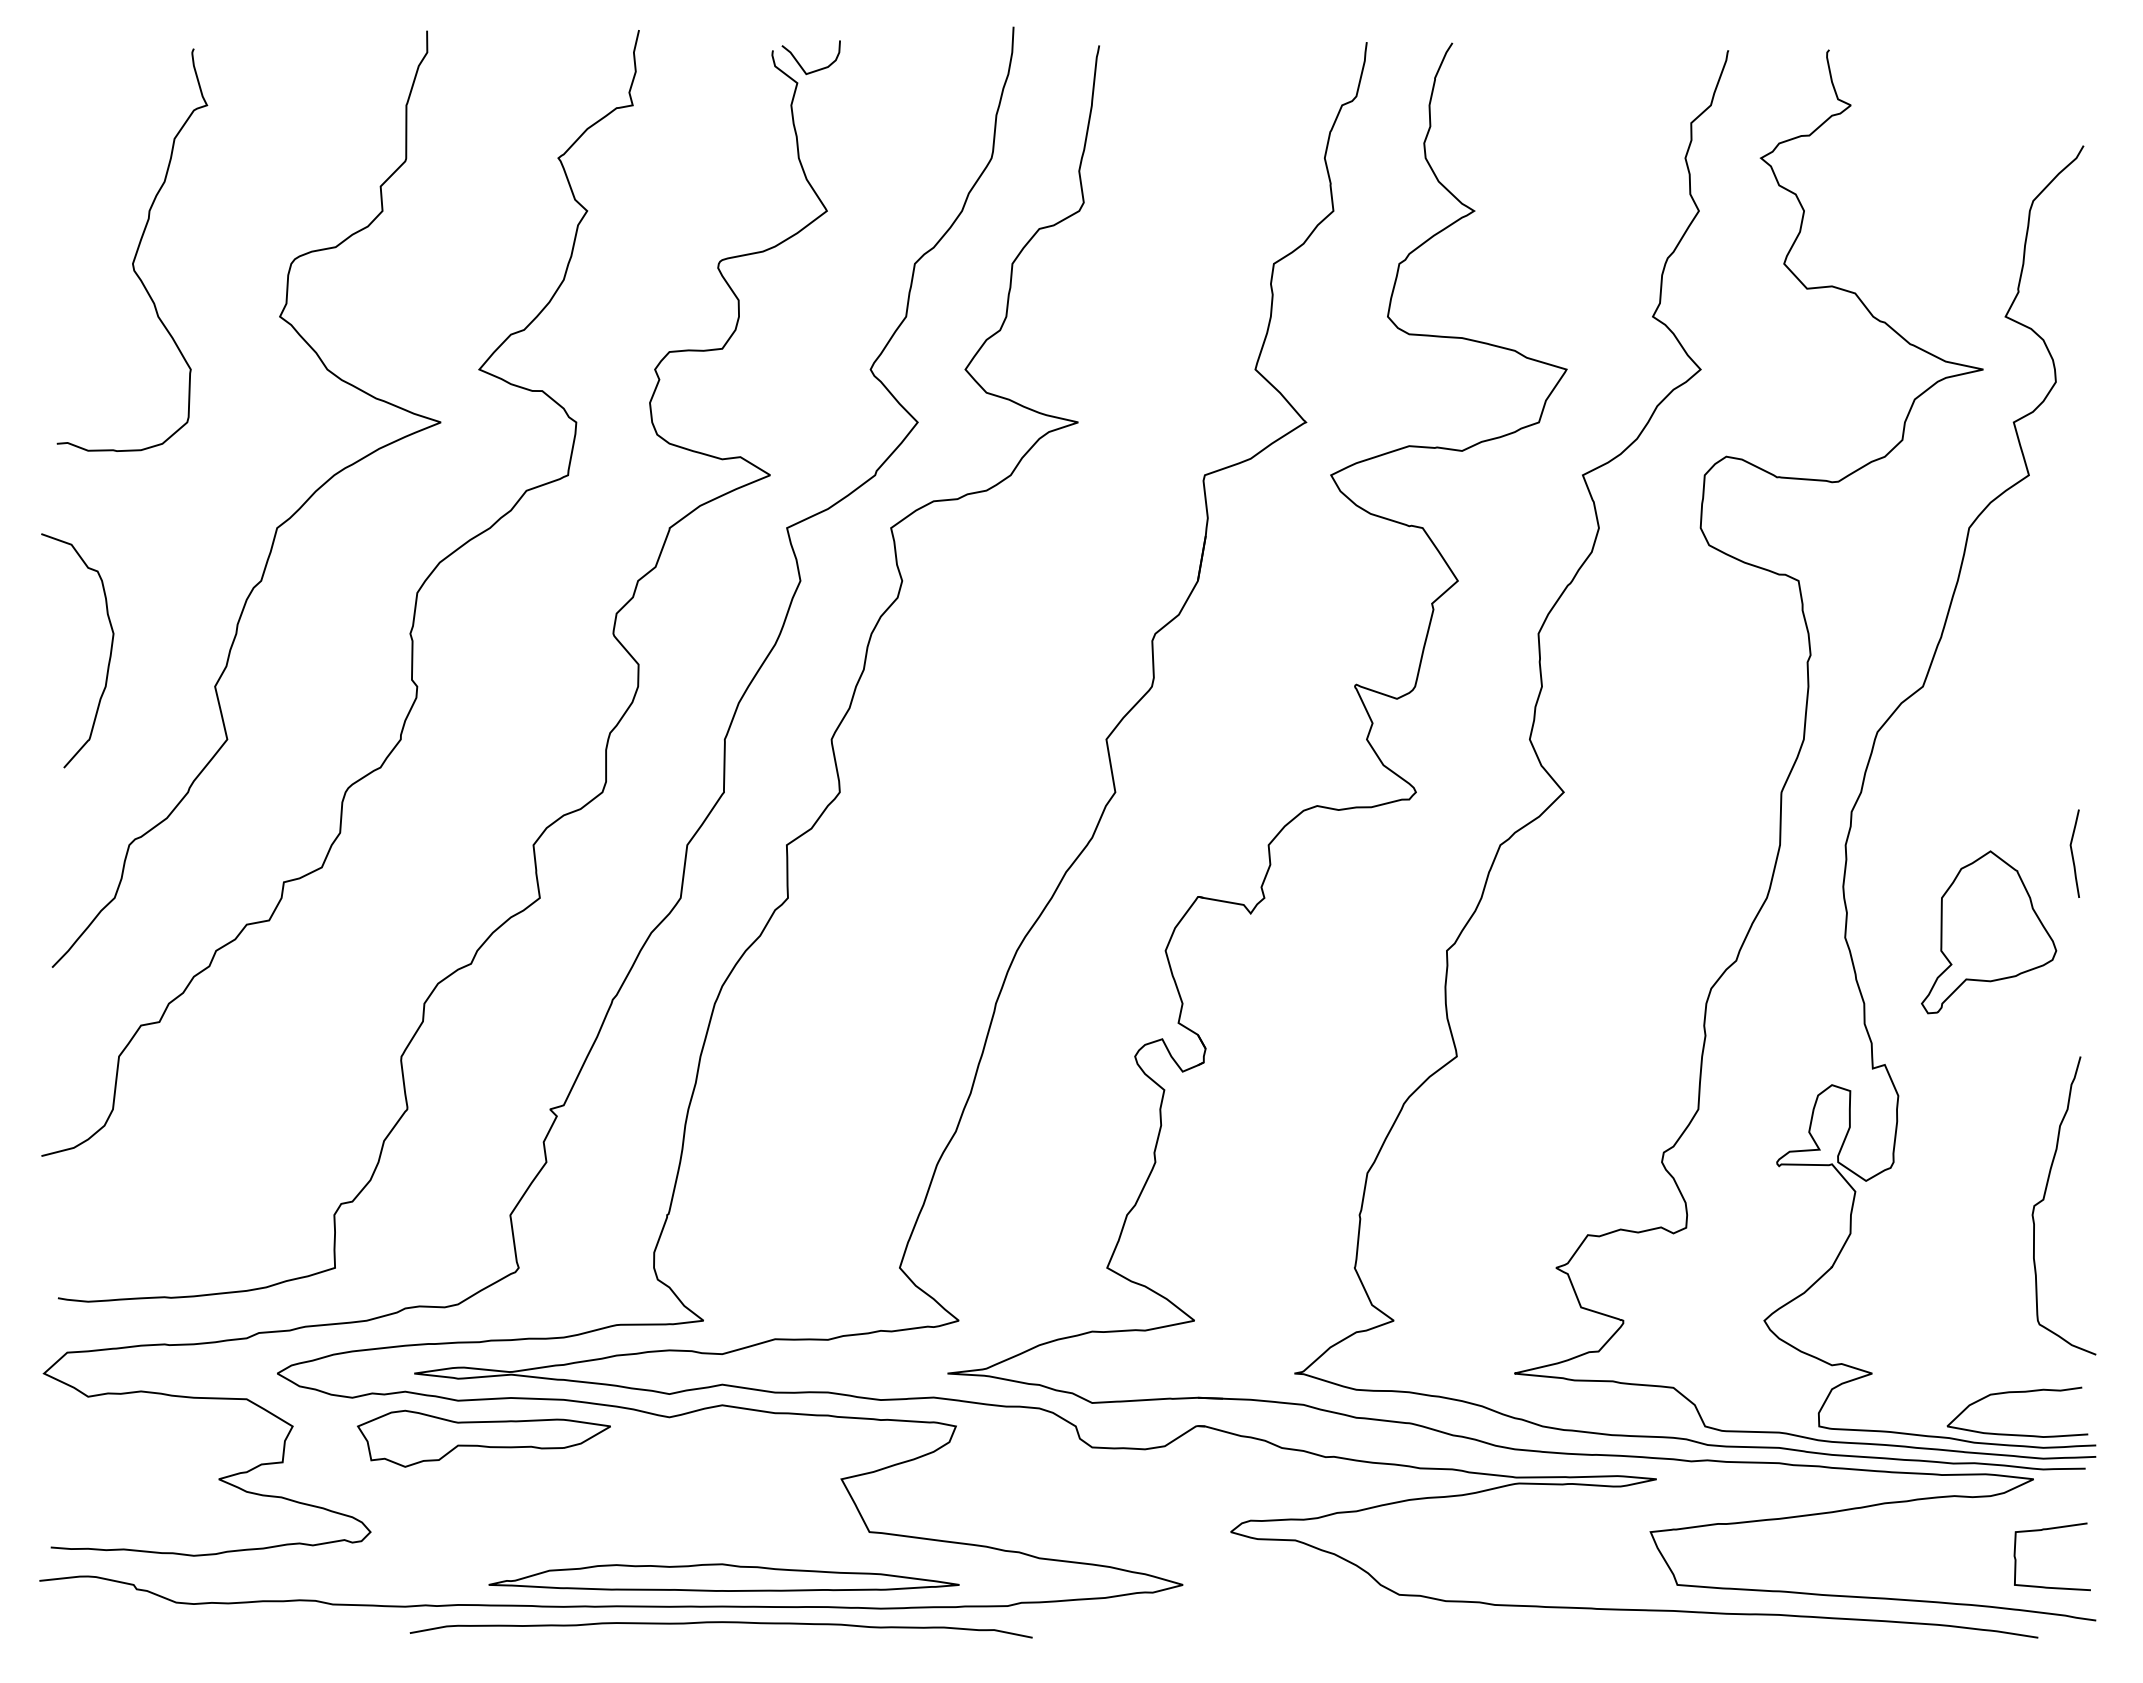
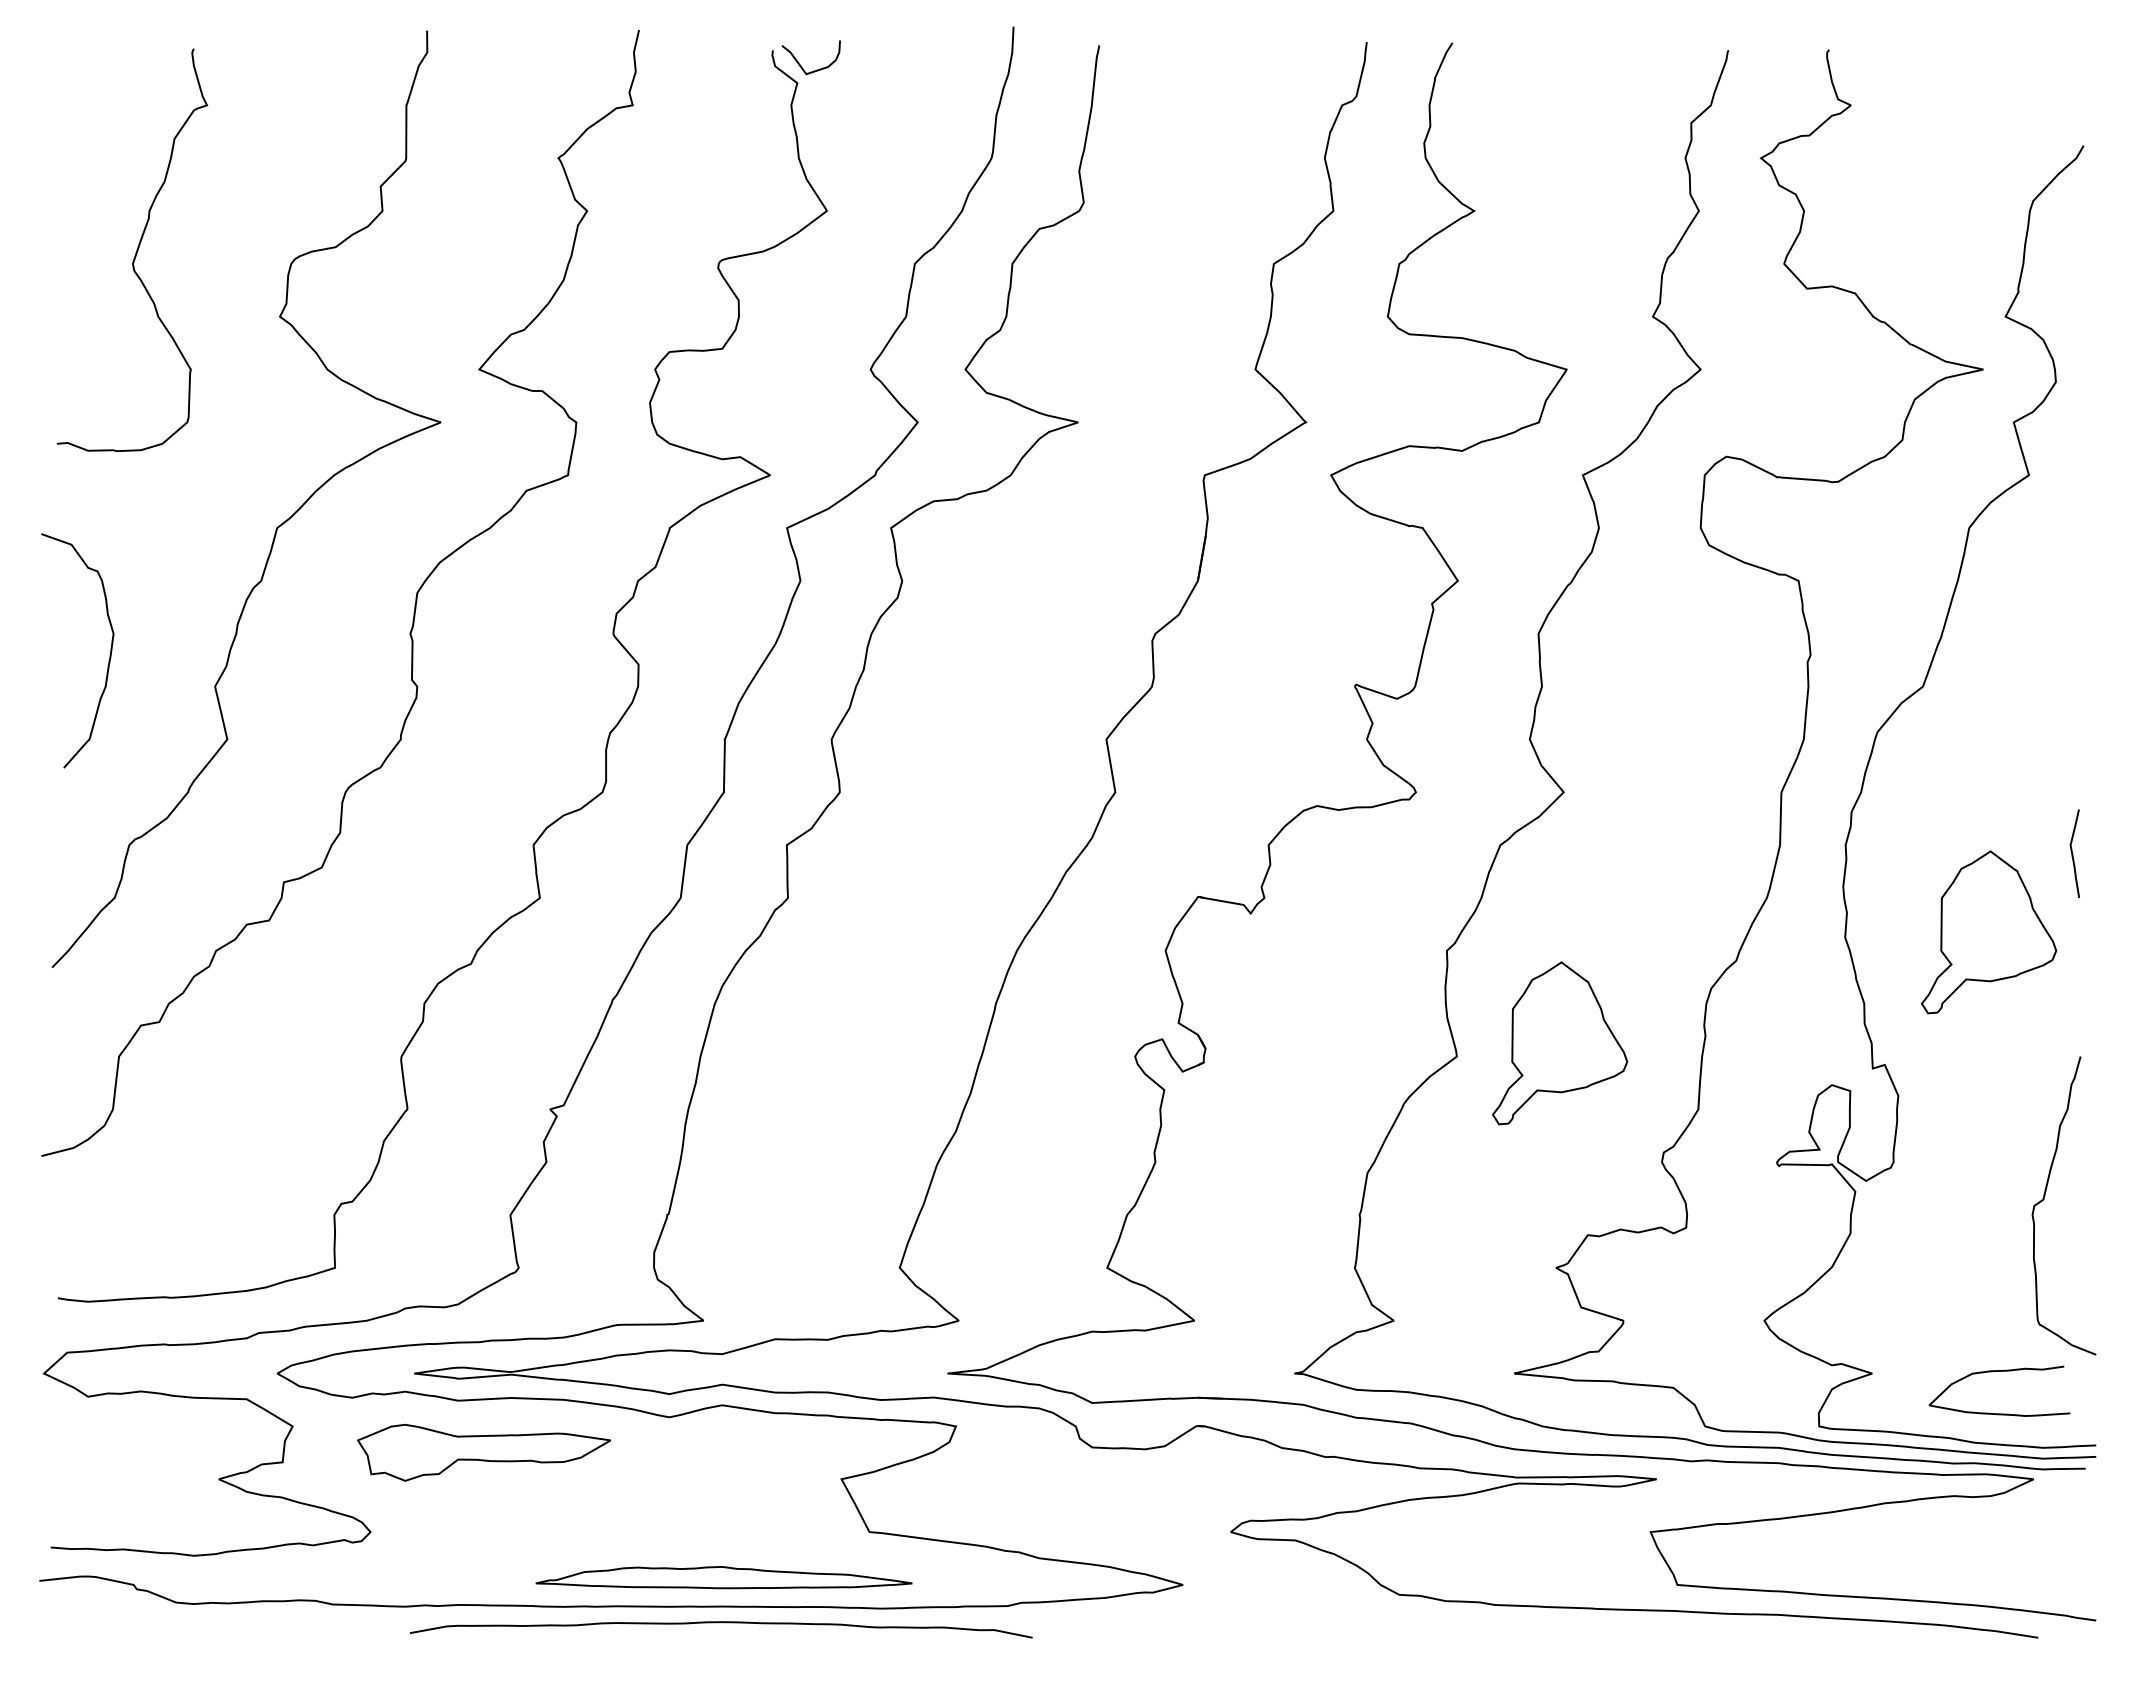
part at (1560, 1043): none -> present
curve at (2011, 1393) position: (2011, 1393) -> (1993, 1372)
part at (483, 1438) position: (483, 1438) -> (483, 1452)
curve at (2046, 1530): present -> none
part at (723, 1577) size: 472x29 px -> 378x24 px
